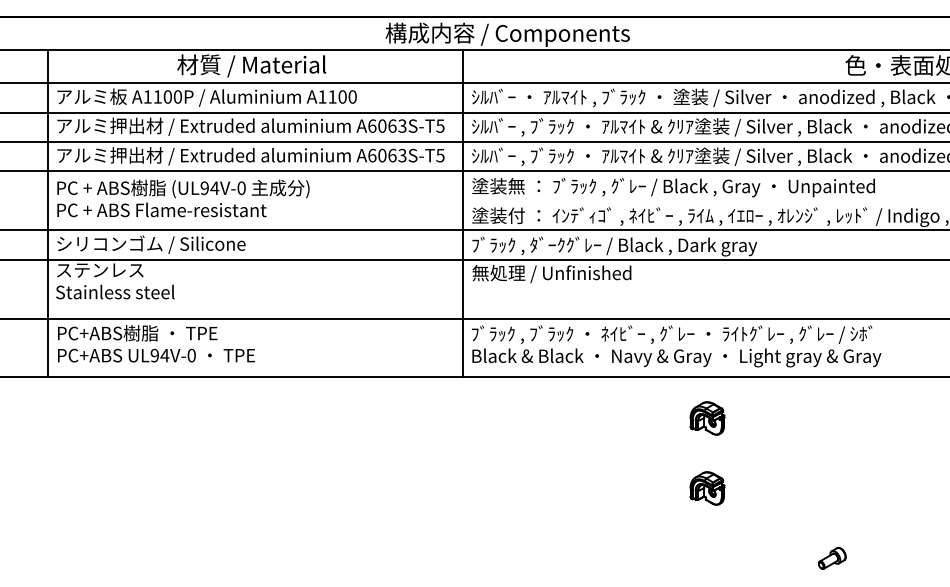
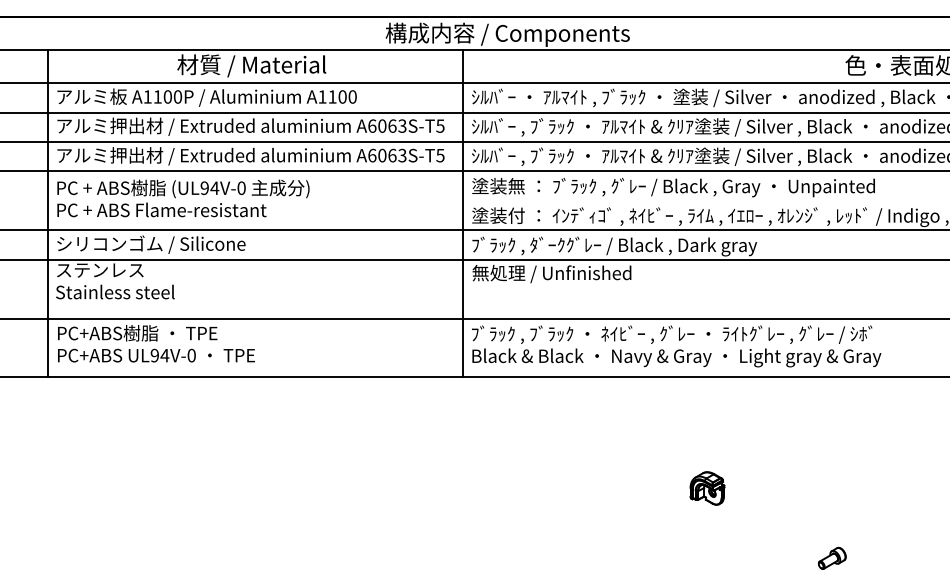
part at (707, 418): present -> none
